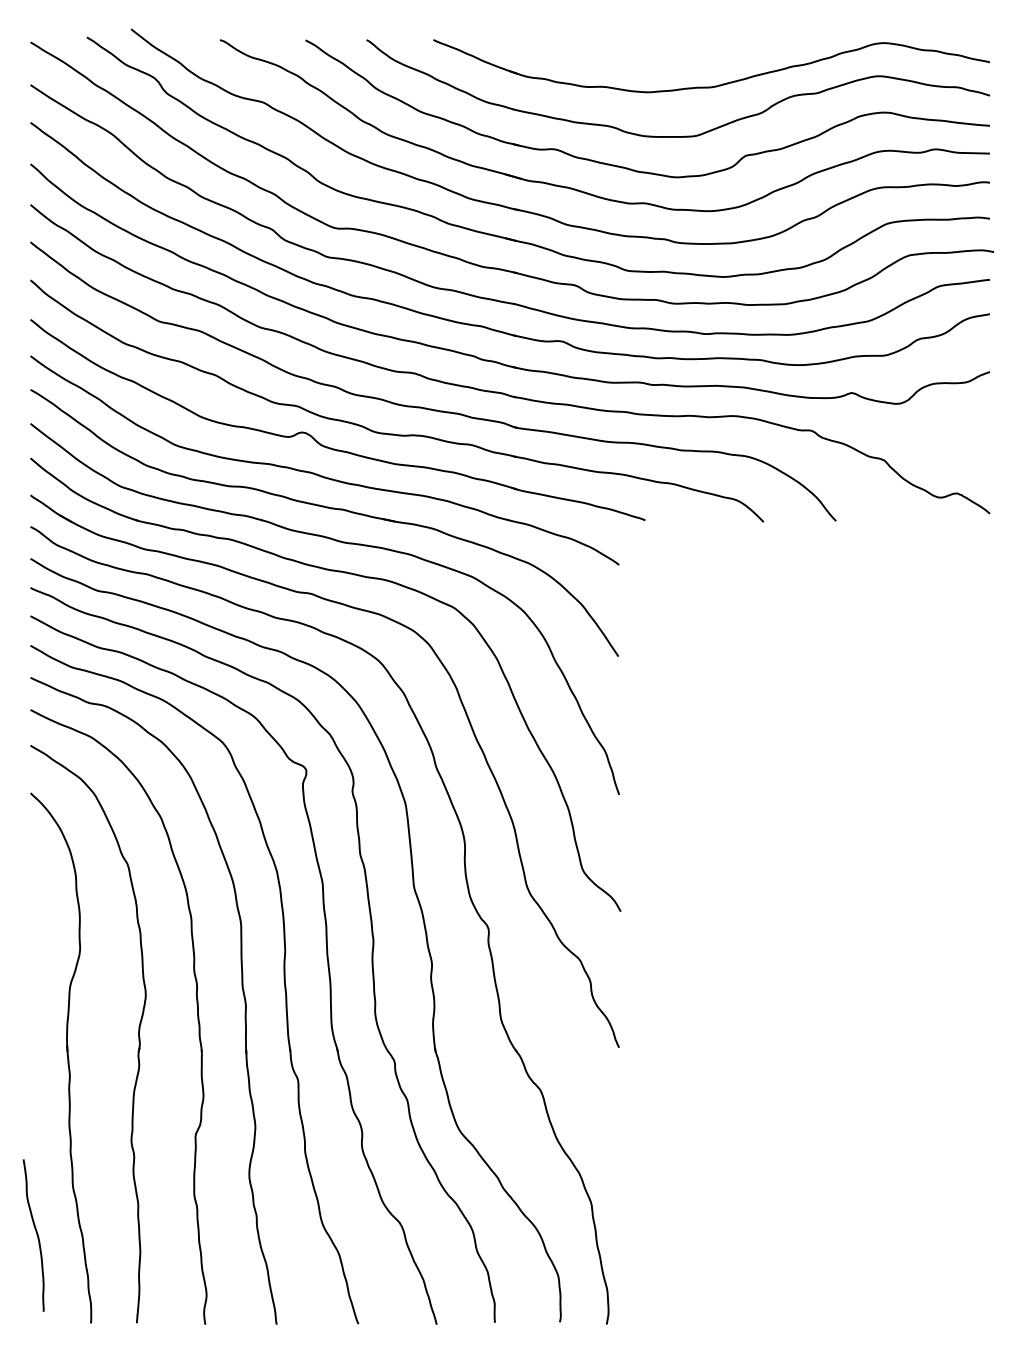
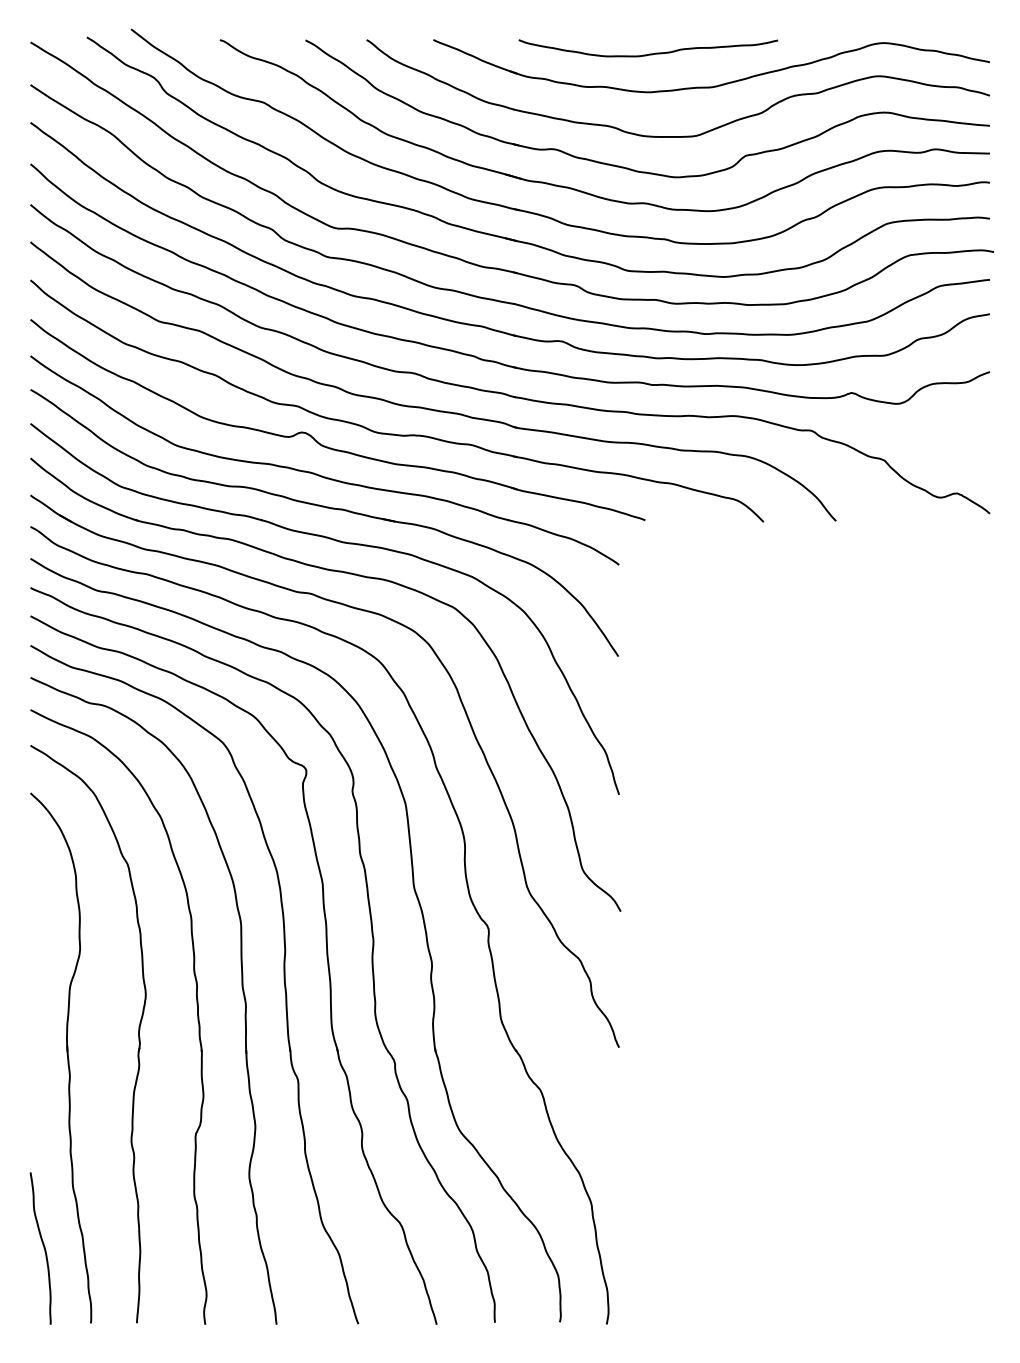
curve at (649, 53): none -> present
curve at (36, 1235) position: (36, 1235) -> (43, 1248)
